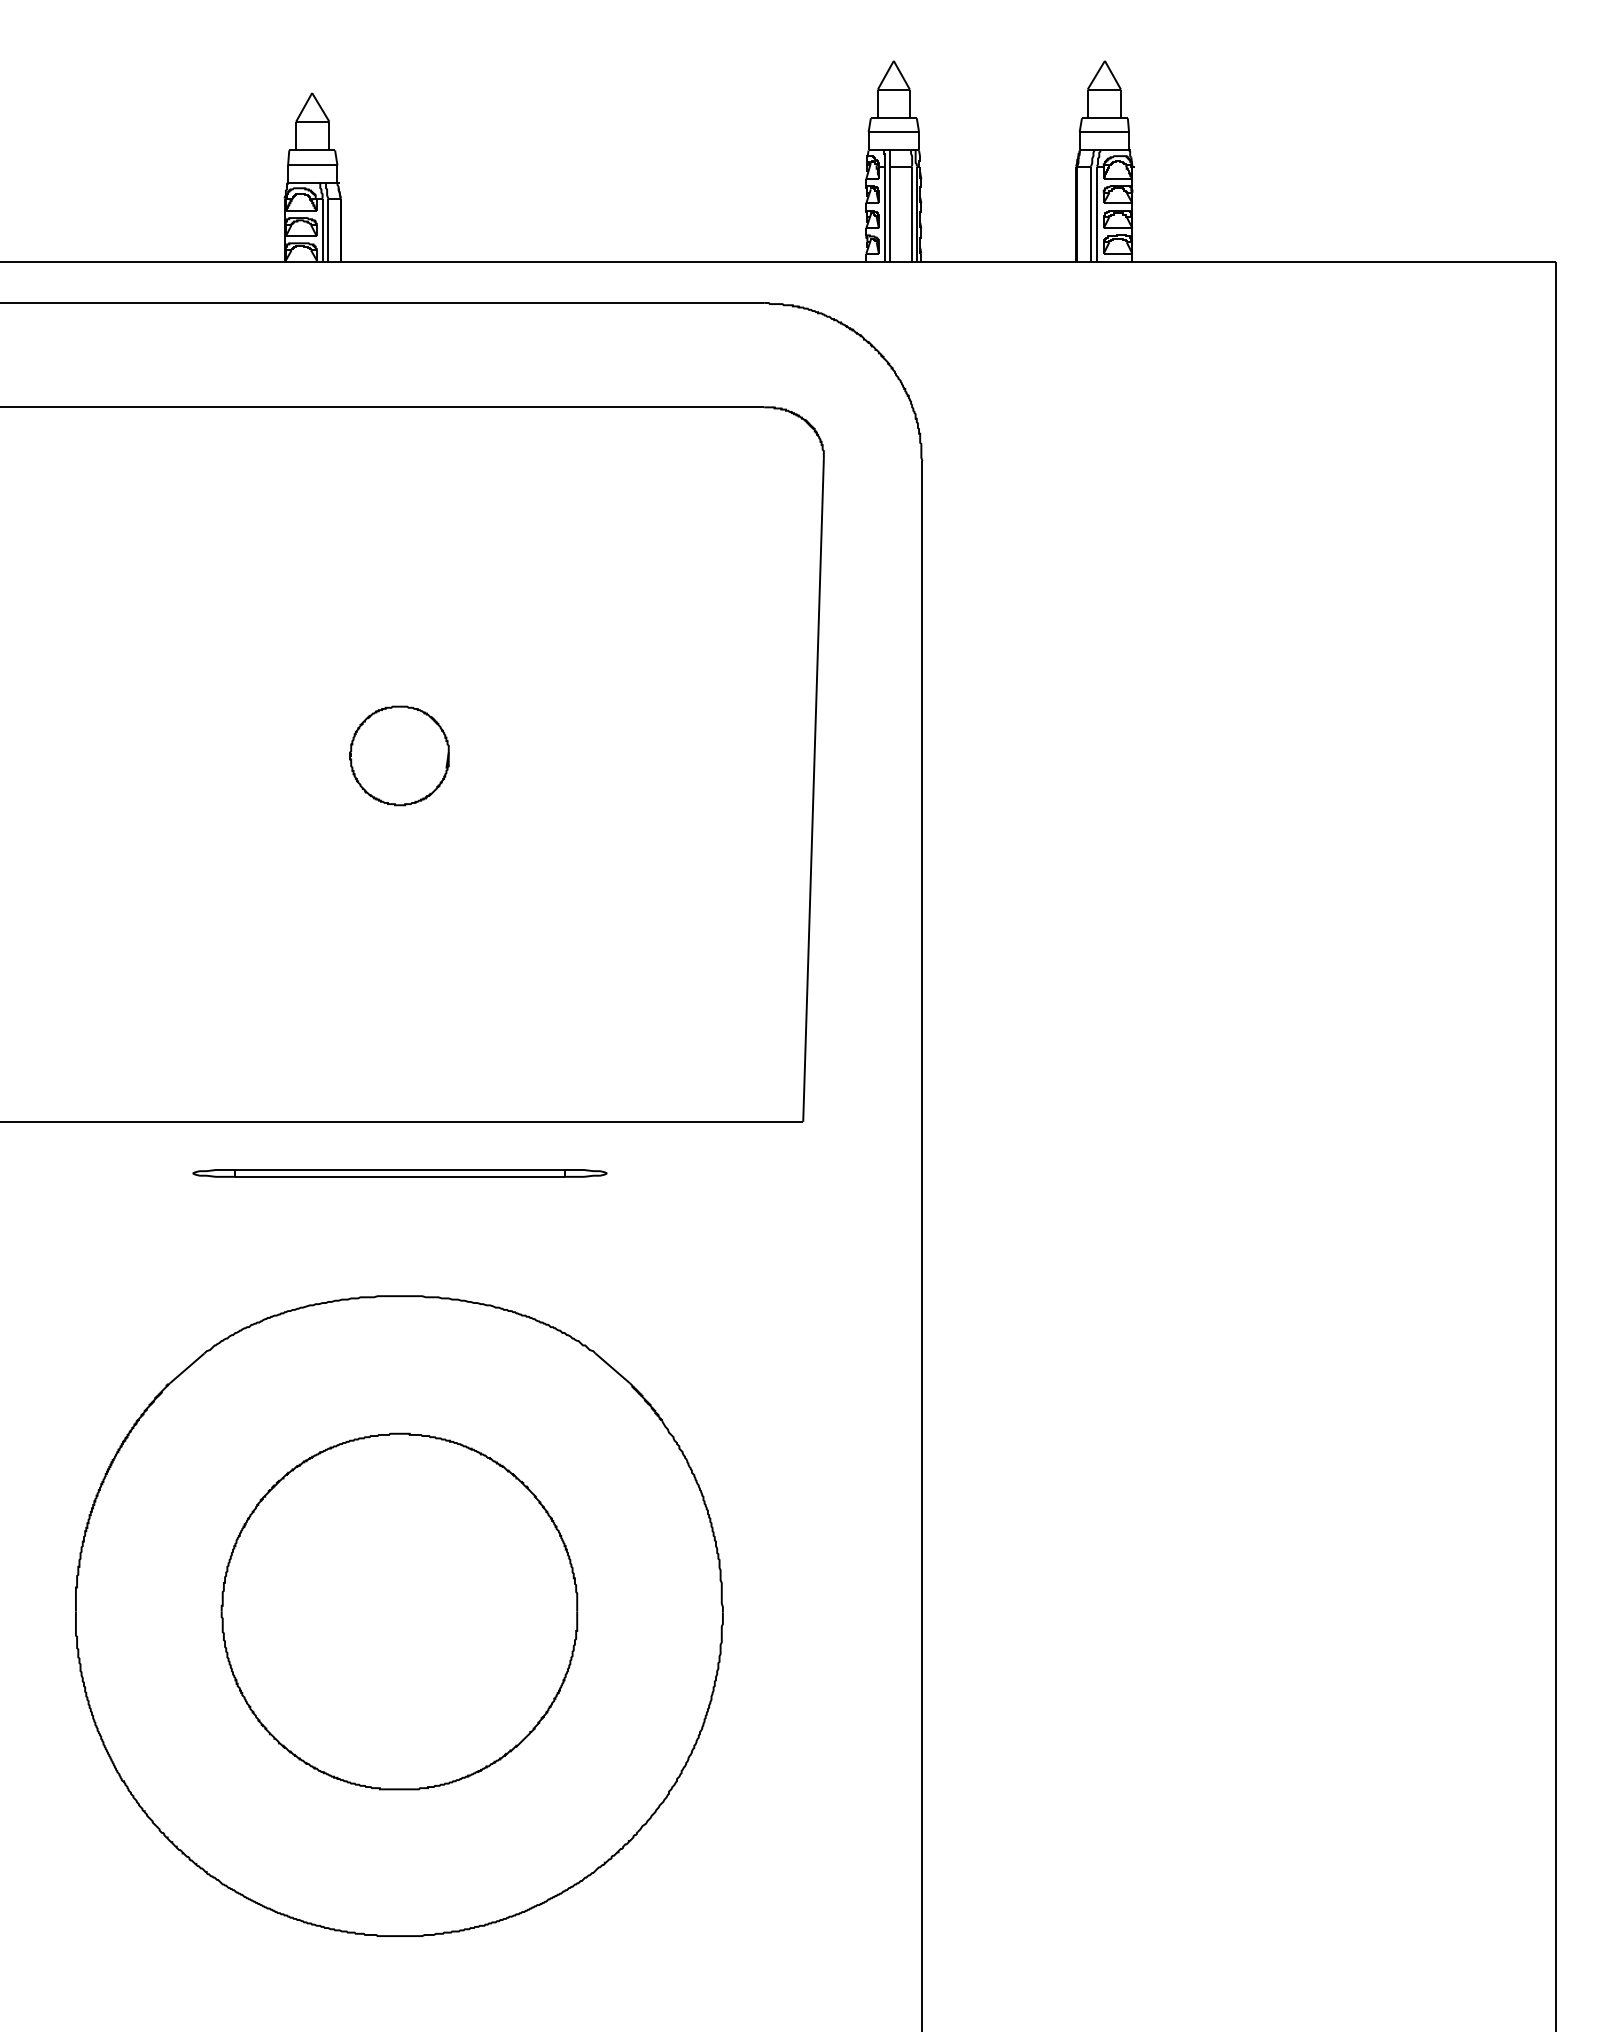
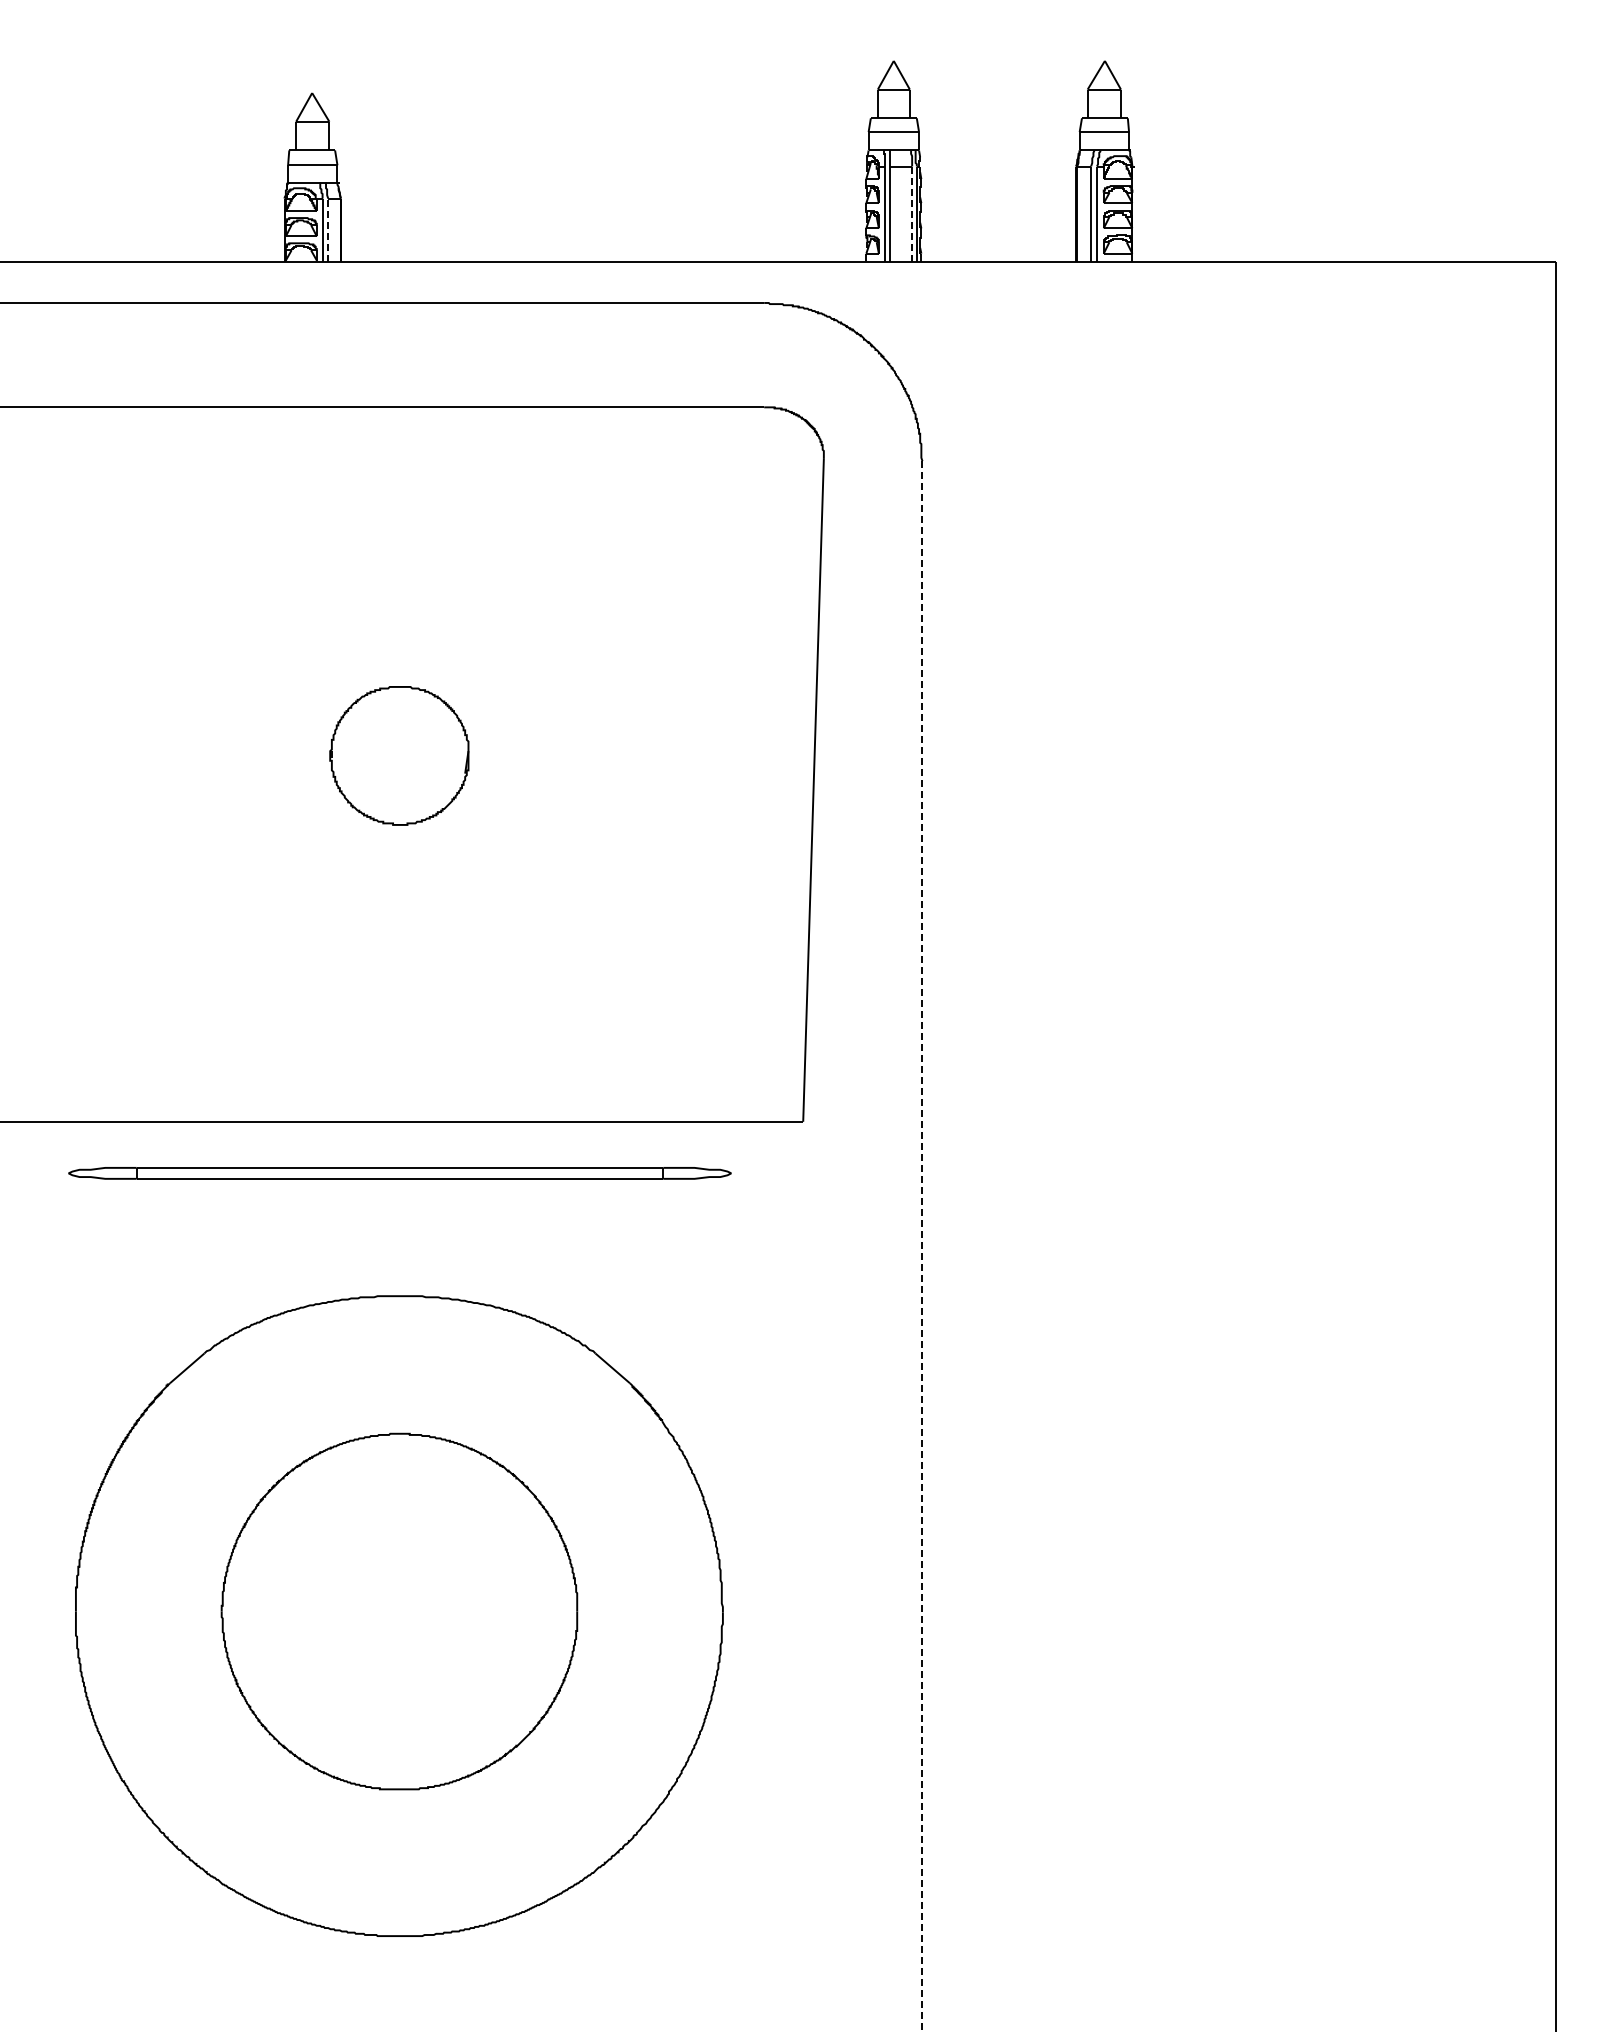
line at (912, 214): solid -> dashed
line at (328, 230): solid -> dashed
part at (399, 755) size: 101x102 px -> 141x140 px
part at (399, 1173) size: 416x9 px -> 664x13 px
line at (922, 1247): solid -> dashed
